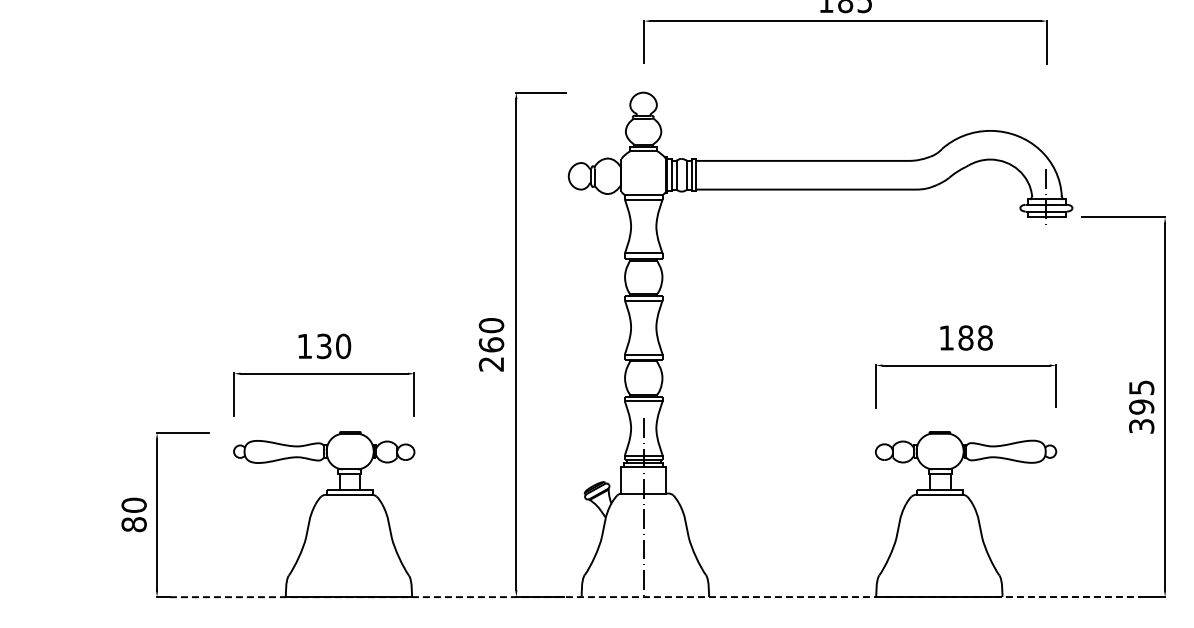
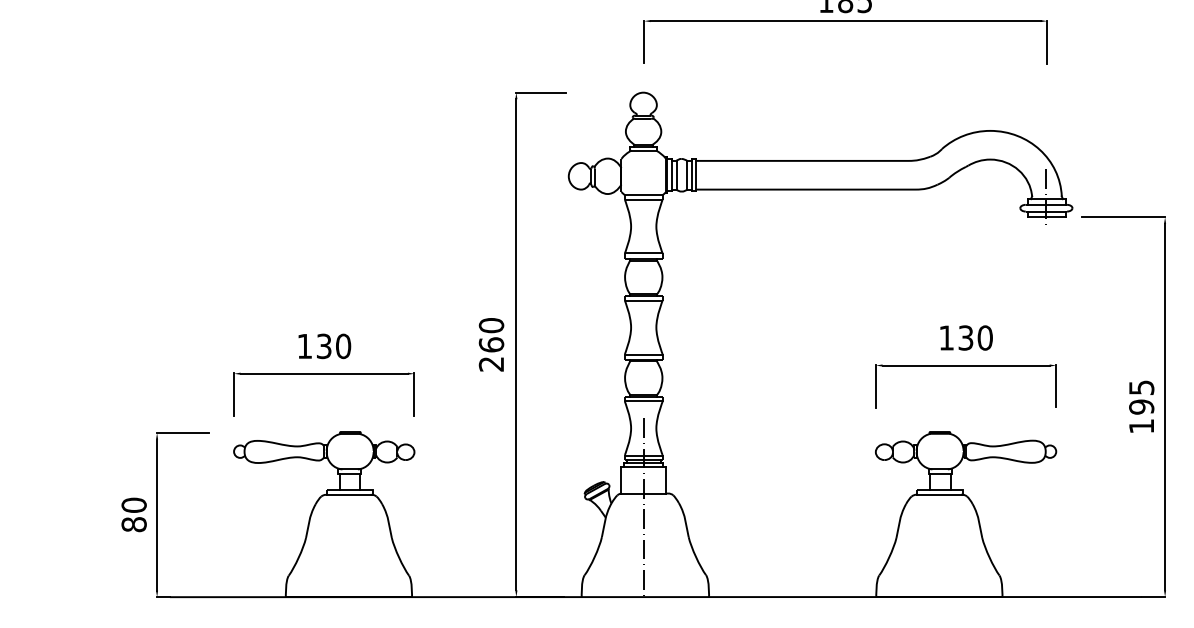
text at (975, 337): 188 -> 130
text at (1141, 426): 395 -> 195
line at (655, 597): dashed -> solid
